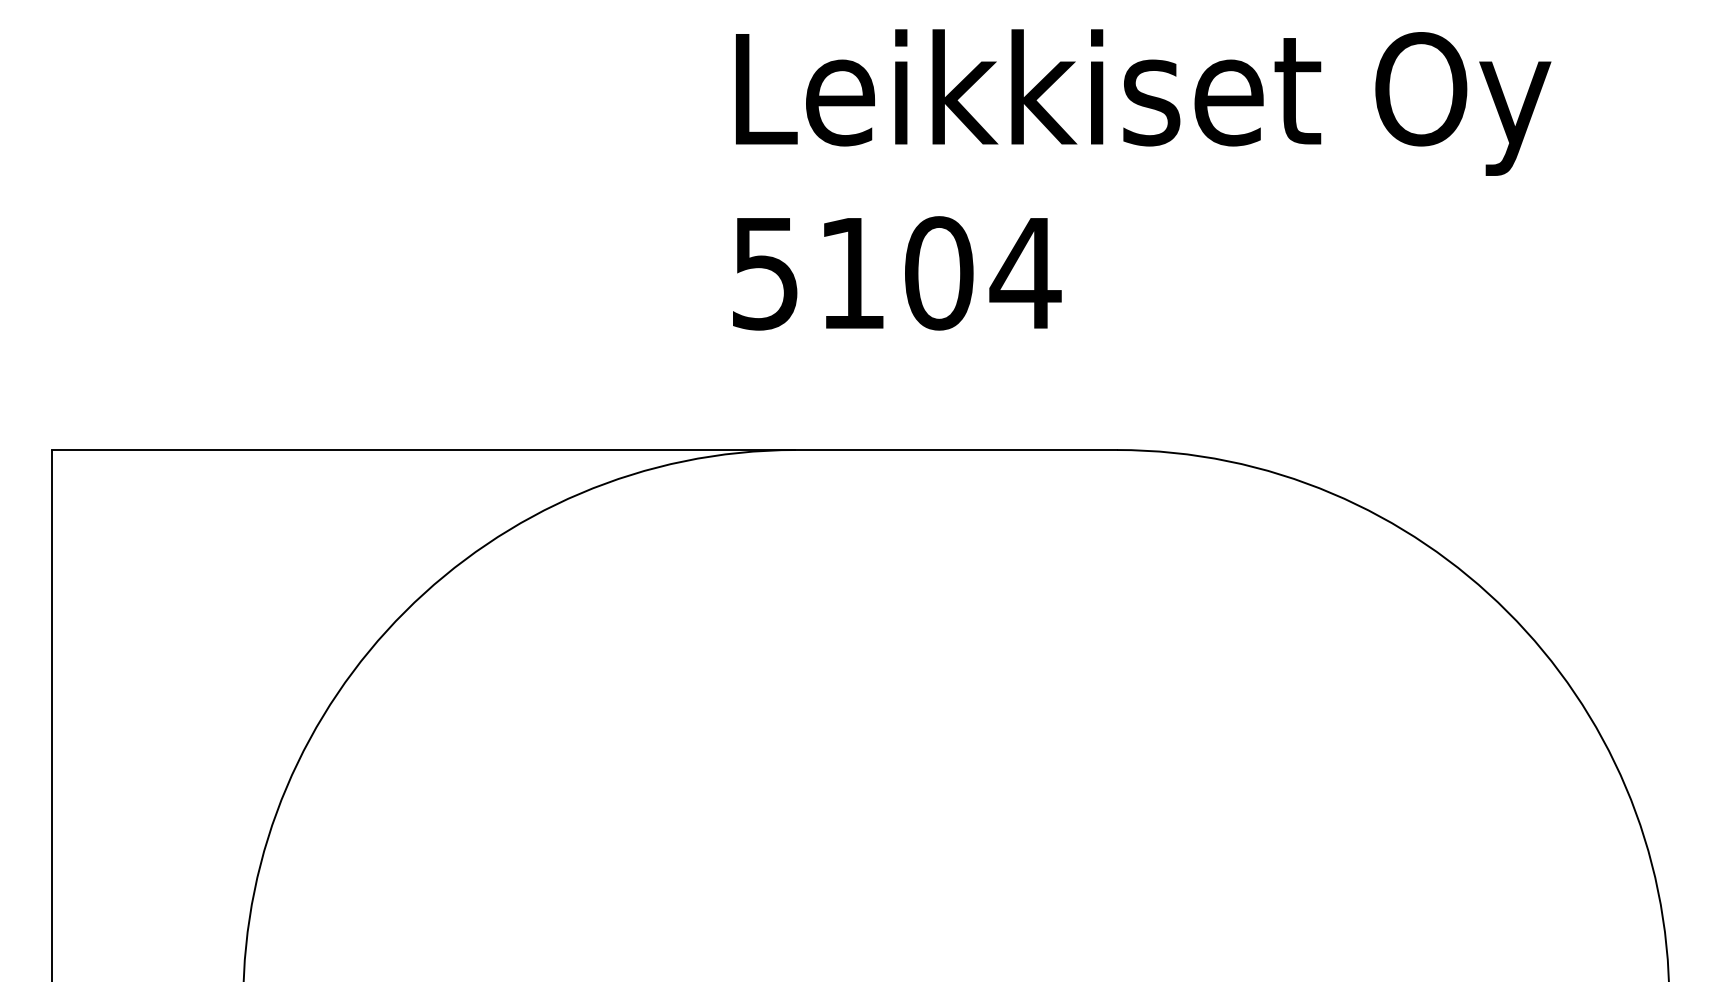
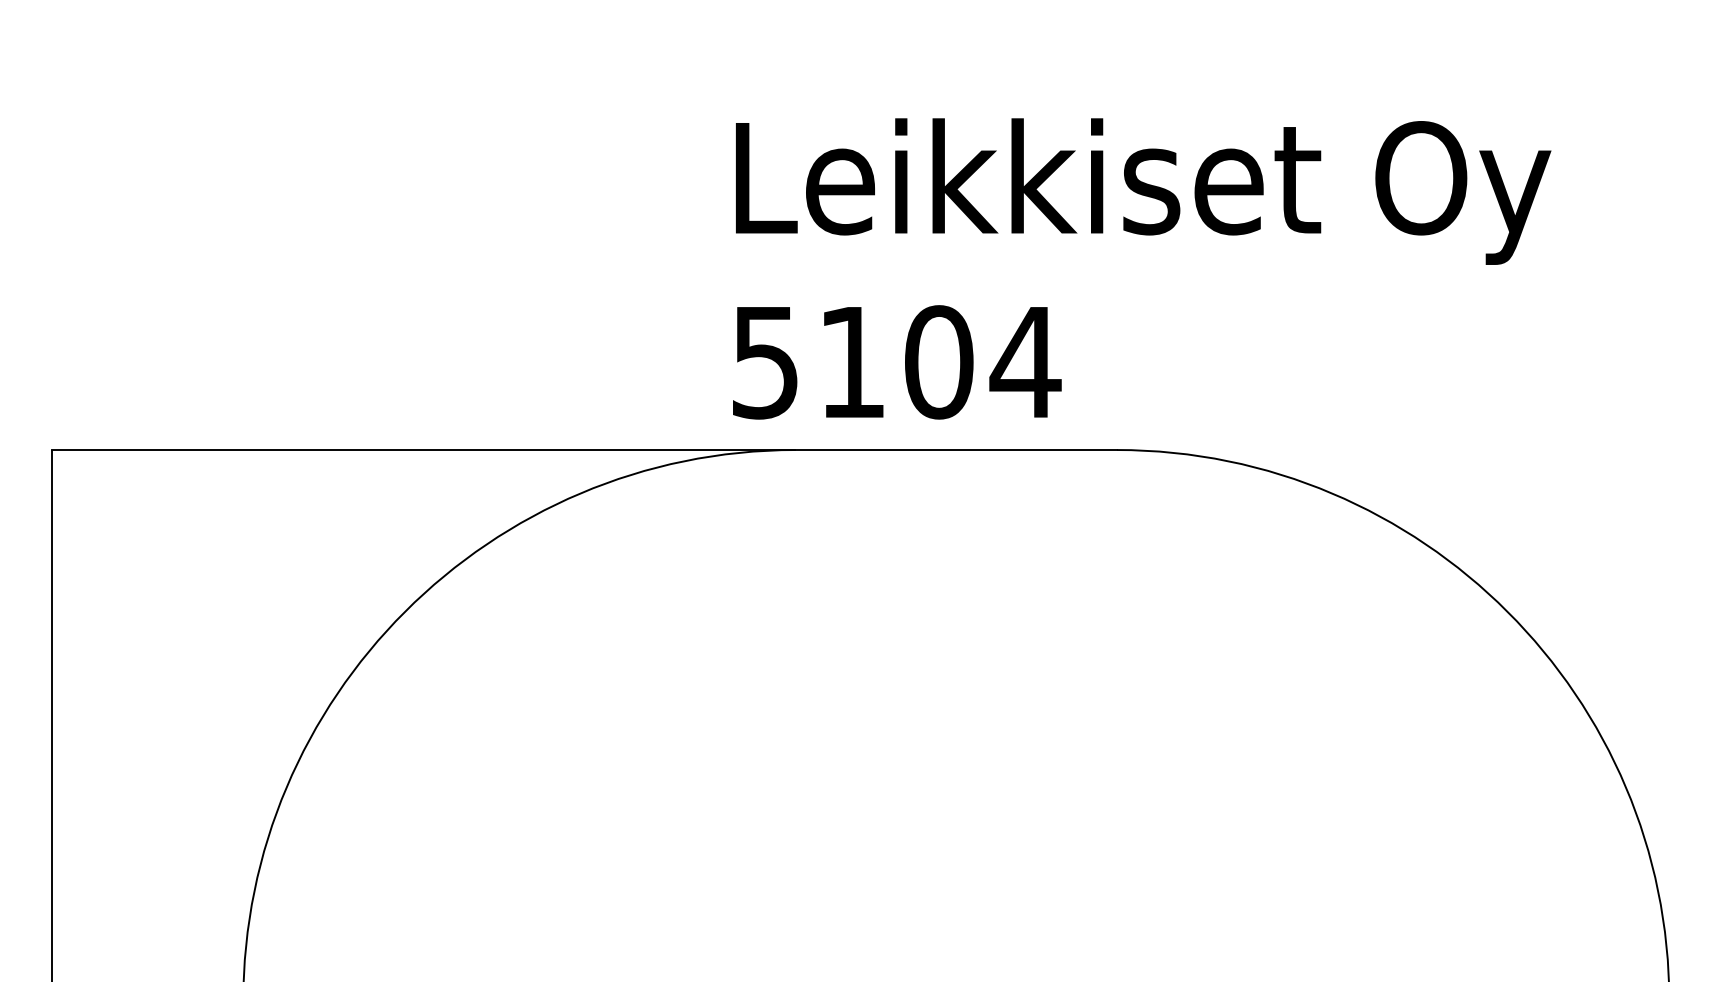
text at (1142, 179) position: (1142, 179) -> (1142, 268)
